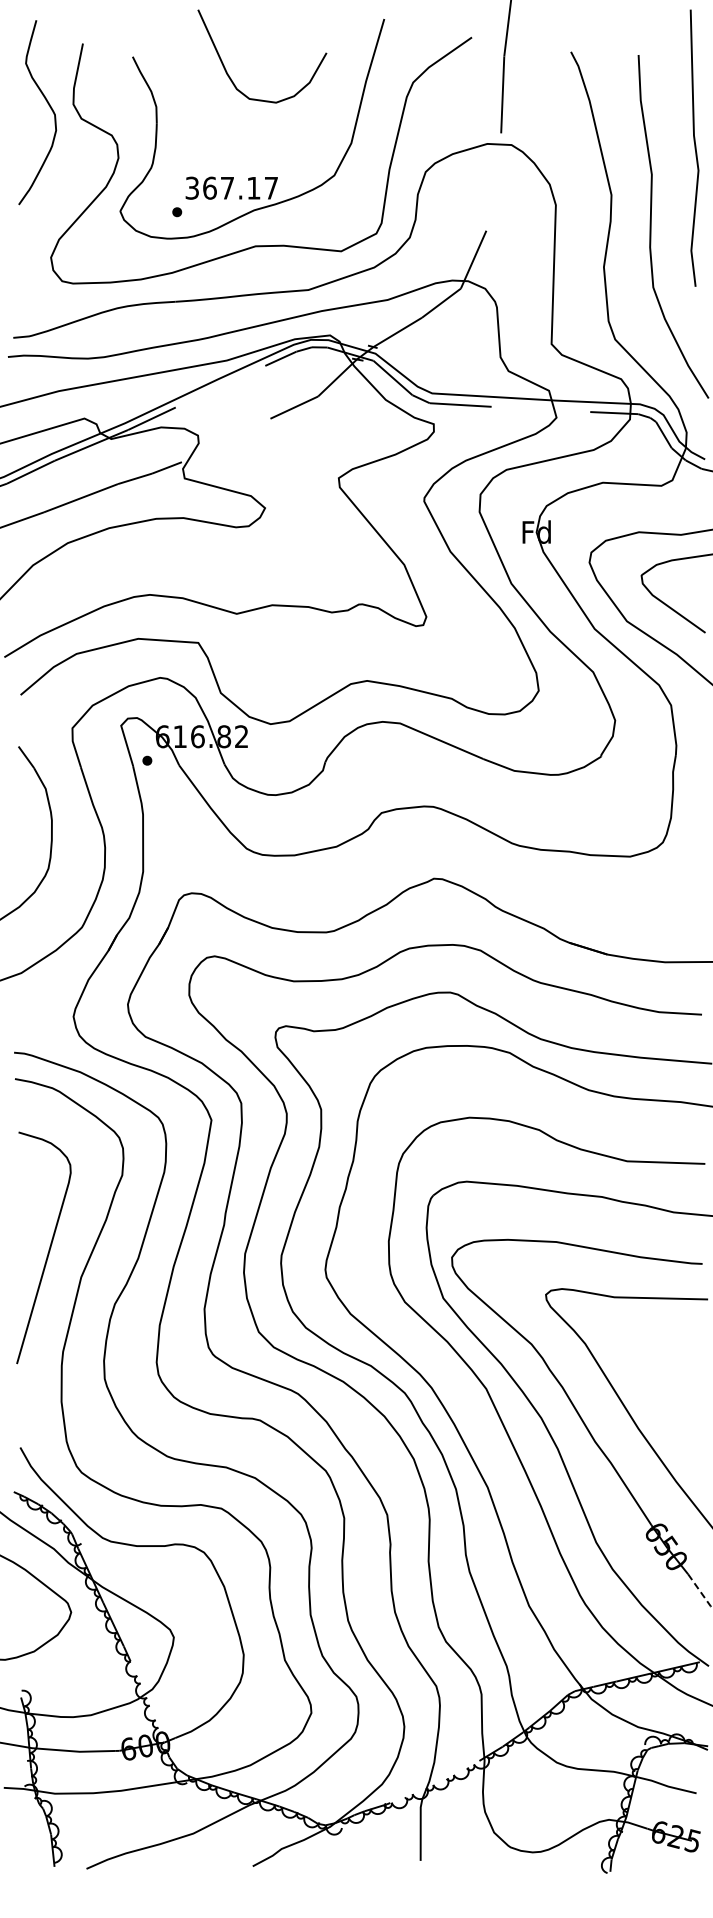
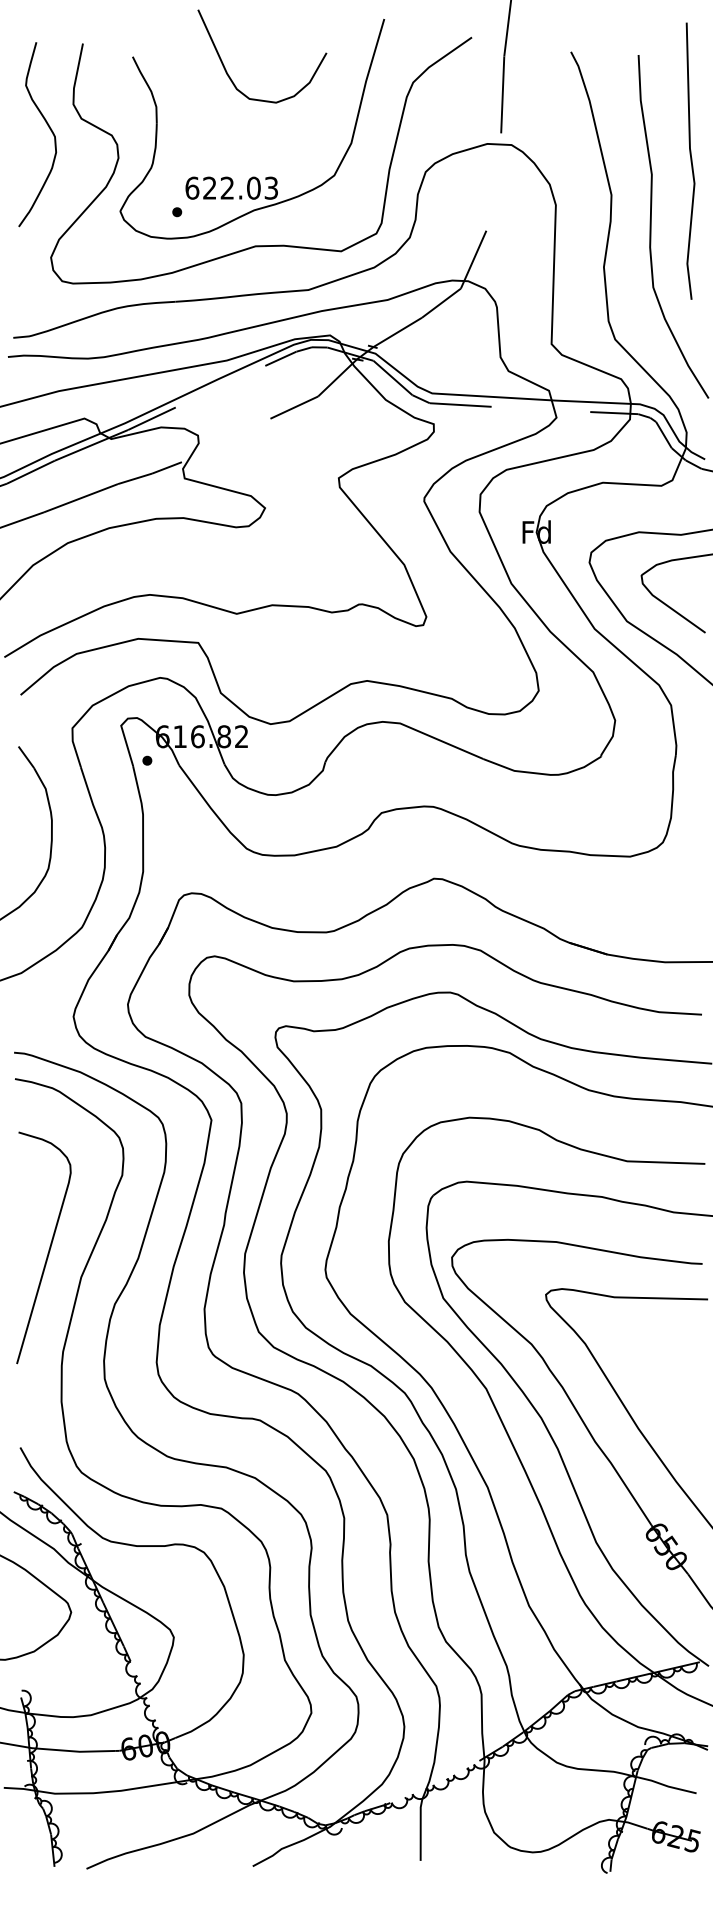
curve at (49, 107) position: (49, 107) -> (49, 129)
line at (694, 147) position: (694, 147) -> (690, 160)
text at (231, 187): 367.17 -> 622.03
line at (700, 1591): dashed -> solid
